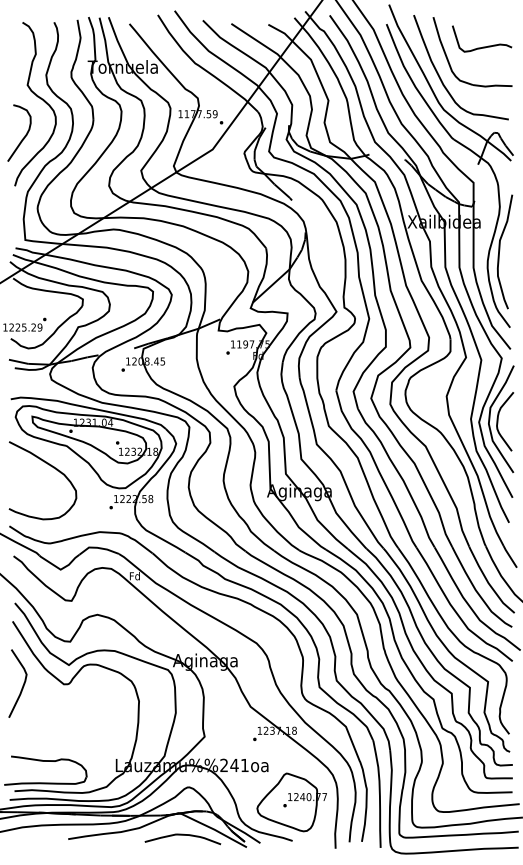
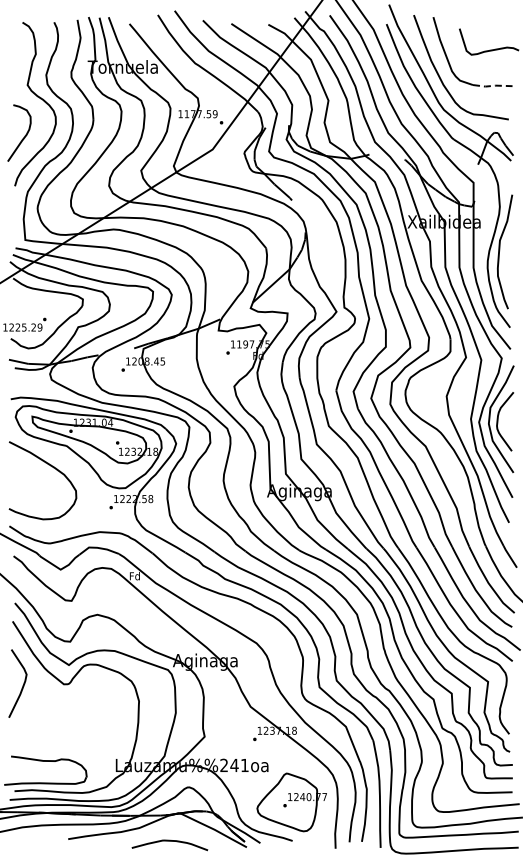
curve at (482, 46) position: (482, 46) -> (489, 49)
line at (492, 85): solid -> dashed
curve at (182, 835) position: (182, 835) -> (169, 841)
